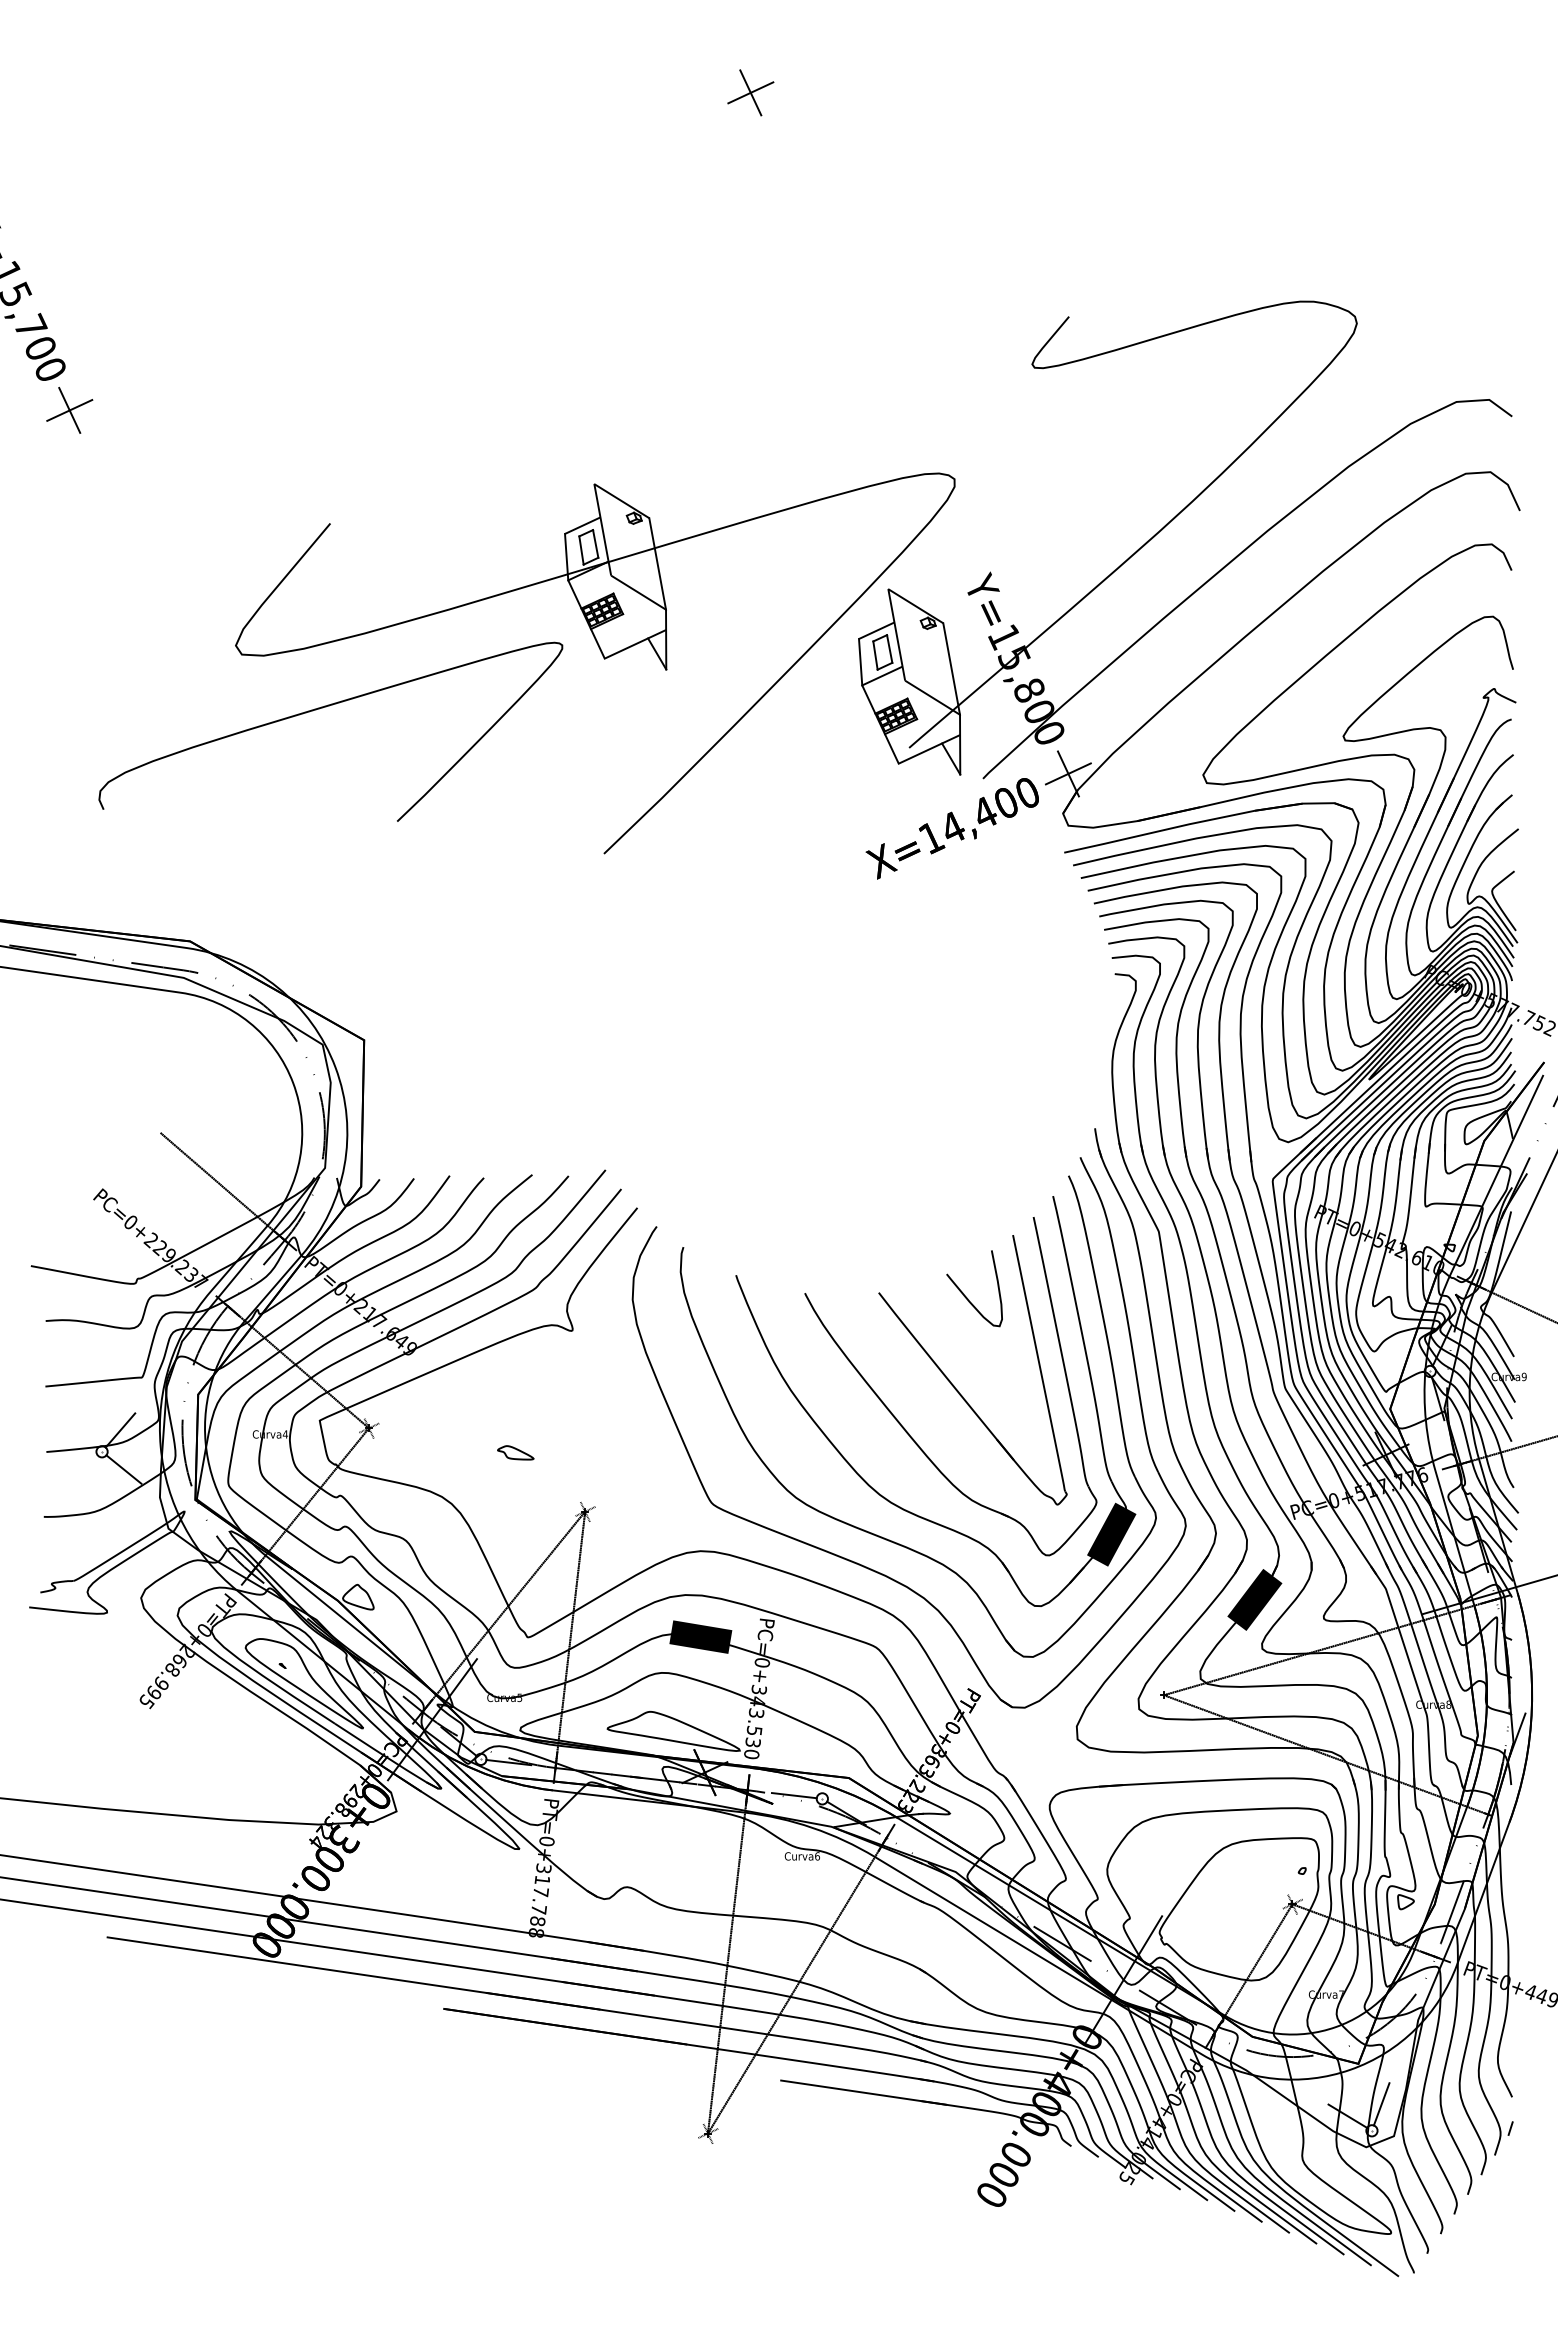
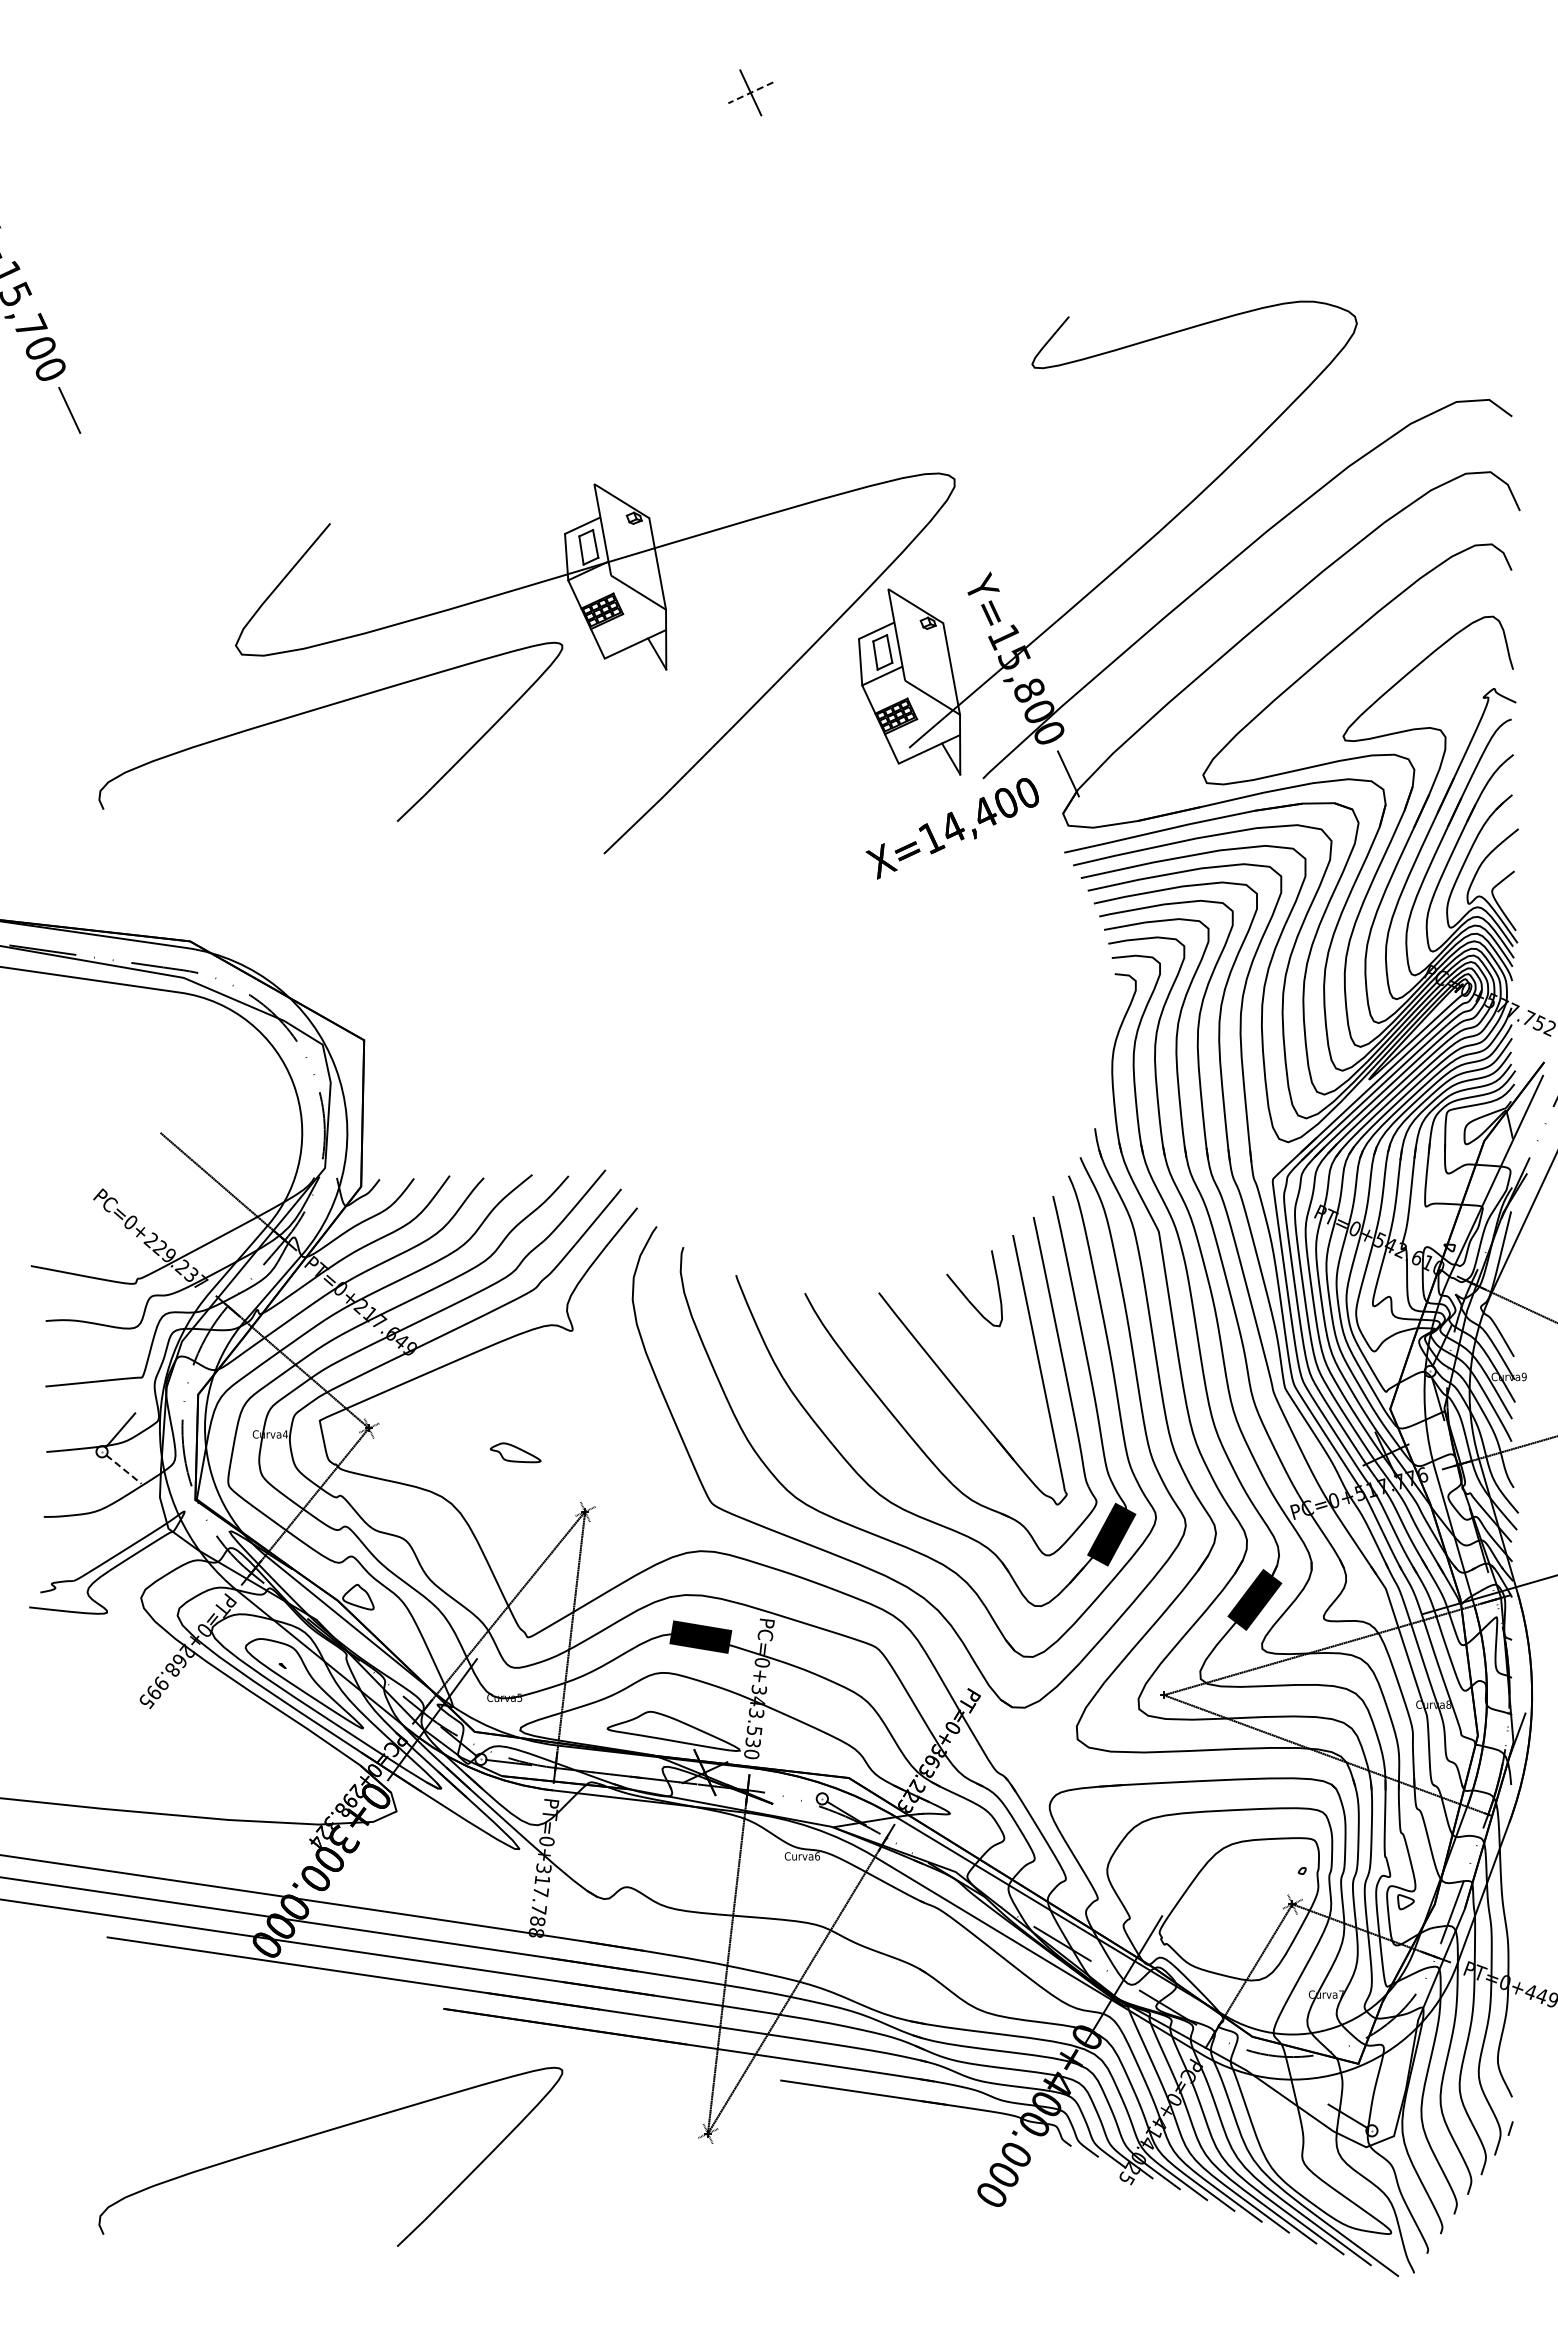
line at (750, 92): solid -> dashed
line at (69, 410): present -> none
line at (1067, 773): present -> none
part at (515, 1452) size: 38x16 px -> 53x22 px
line at (123, 1469): solid -> dashed
line at (793, 1795): present -> none
line at (1381, 2104): present -> none
curve at (326, 2132): none -> present
